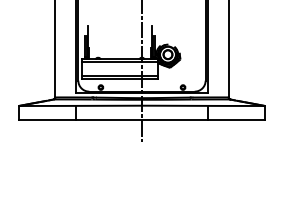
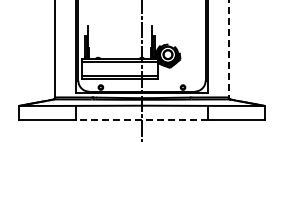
line at (228, 49): solid -> dashed
line at (142, 119): solid -> dashed
